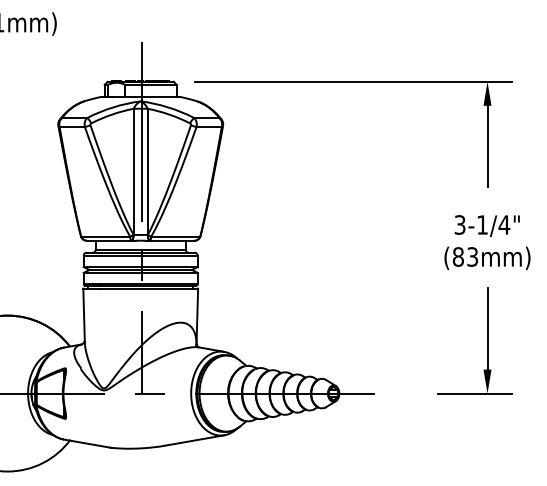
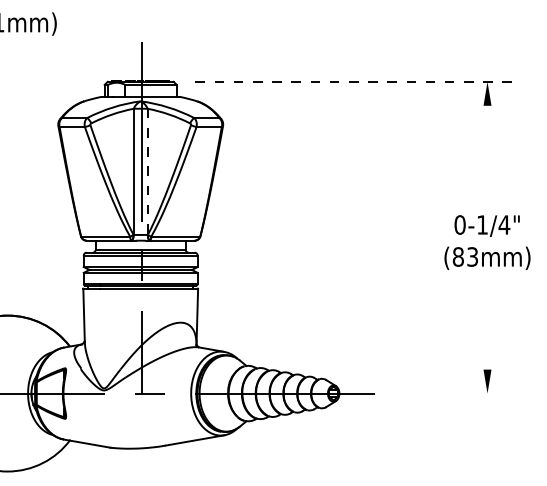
line at (353, 81): solid -> dashed
line at (487, 145): present -> none
line at (147, 172): solid -> dashed
text at (459, 224): 3-1/4" -> 0-1/4"
line at (487, 328): present -> none
line at (474, 393): present -> none
